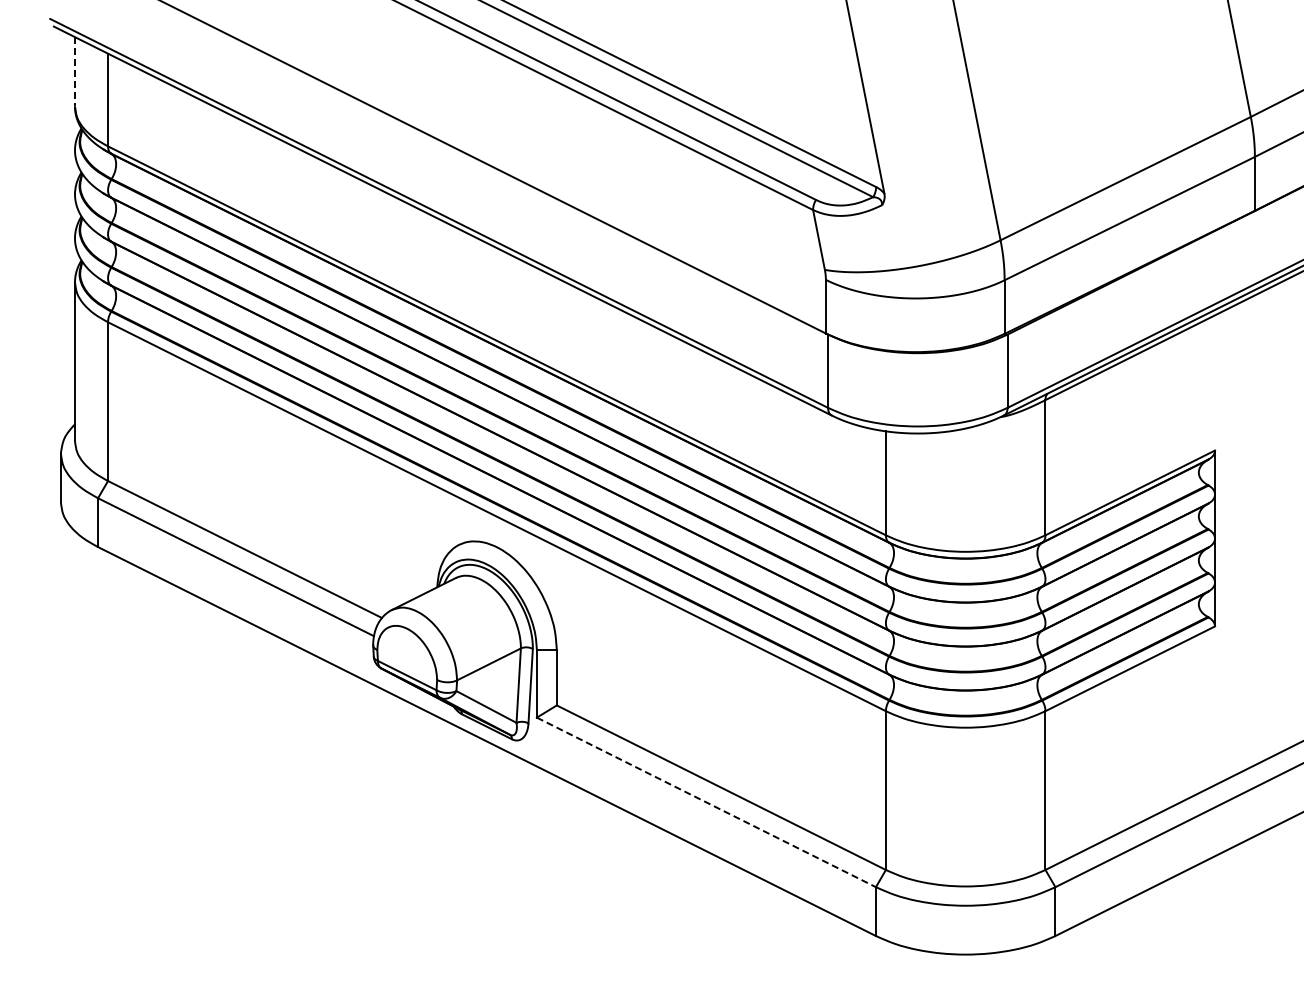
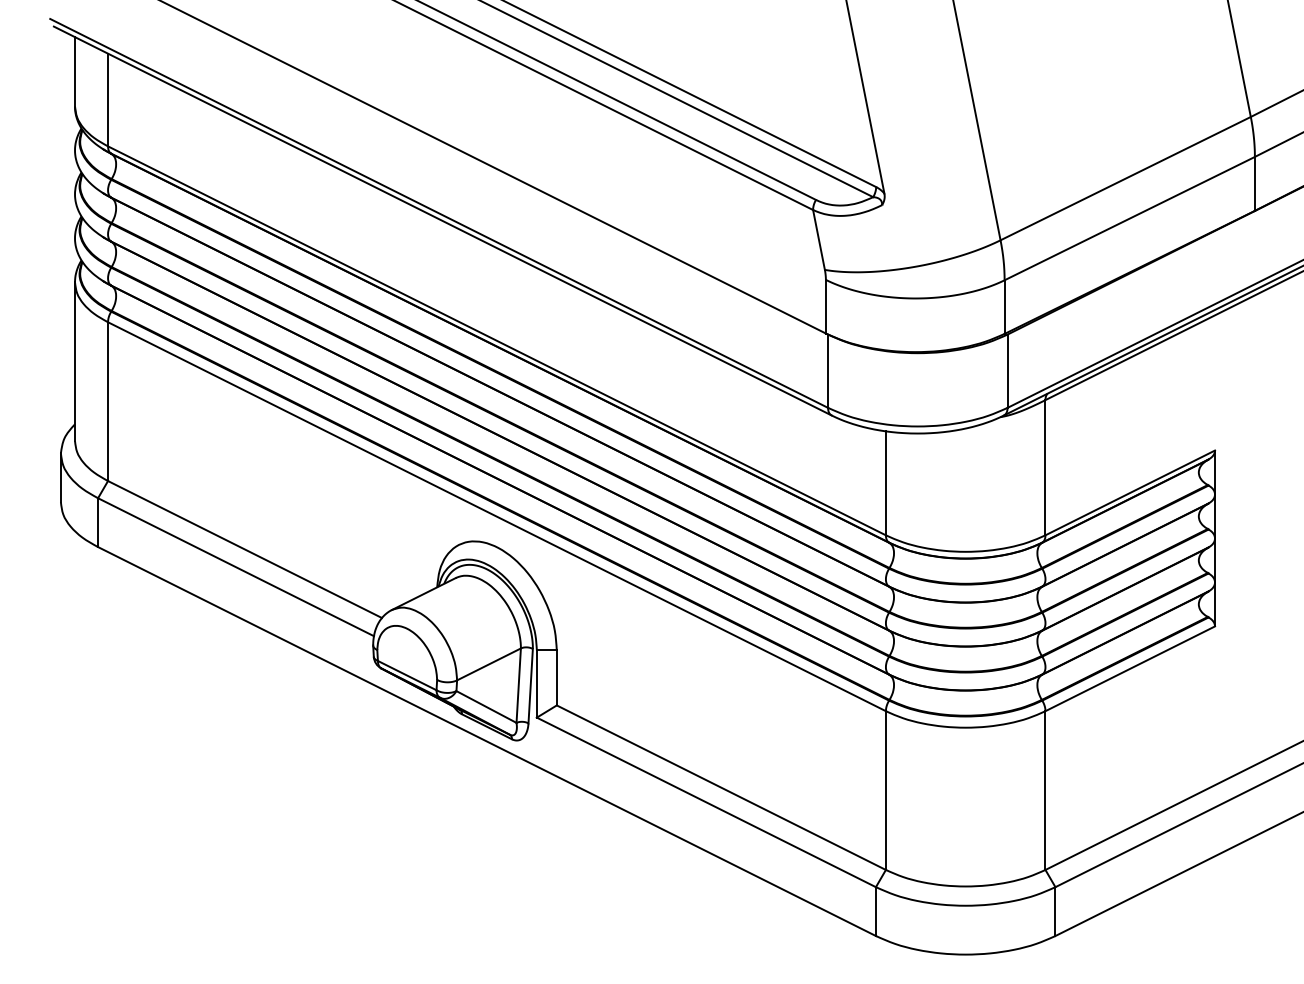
line at (75, 71): dashed -> solid
line at (706, 802): dashed -> solid
